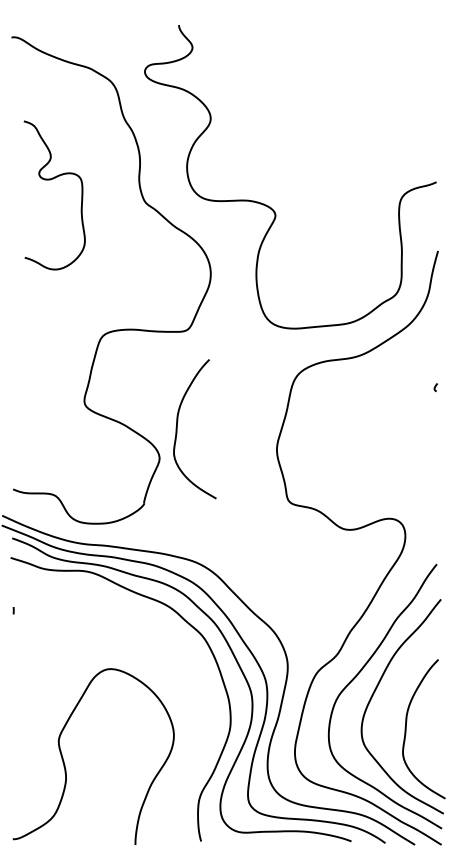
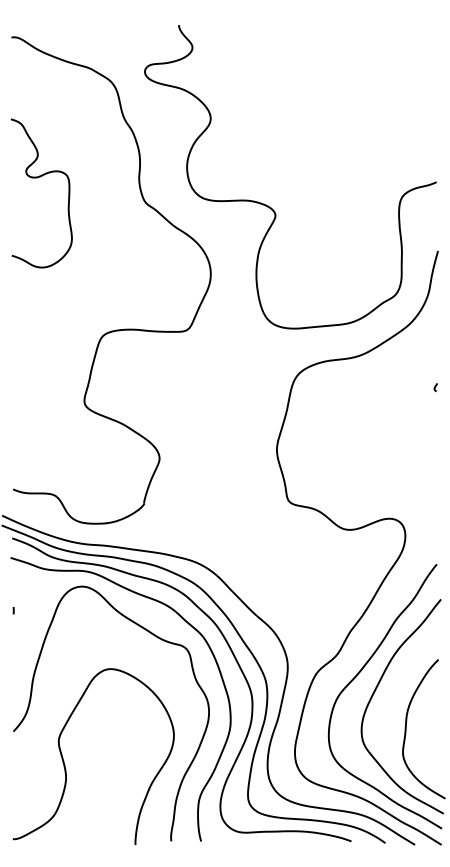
curve at (50, 180) position: (50, 180) -> (37, 178)
curve at (177, 429): present -> none
curve at (31, 699): none -> present
